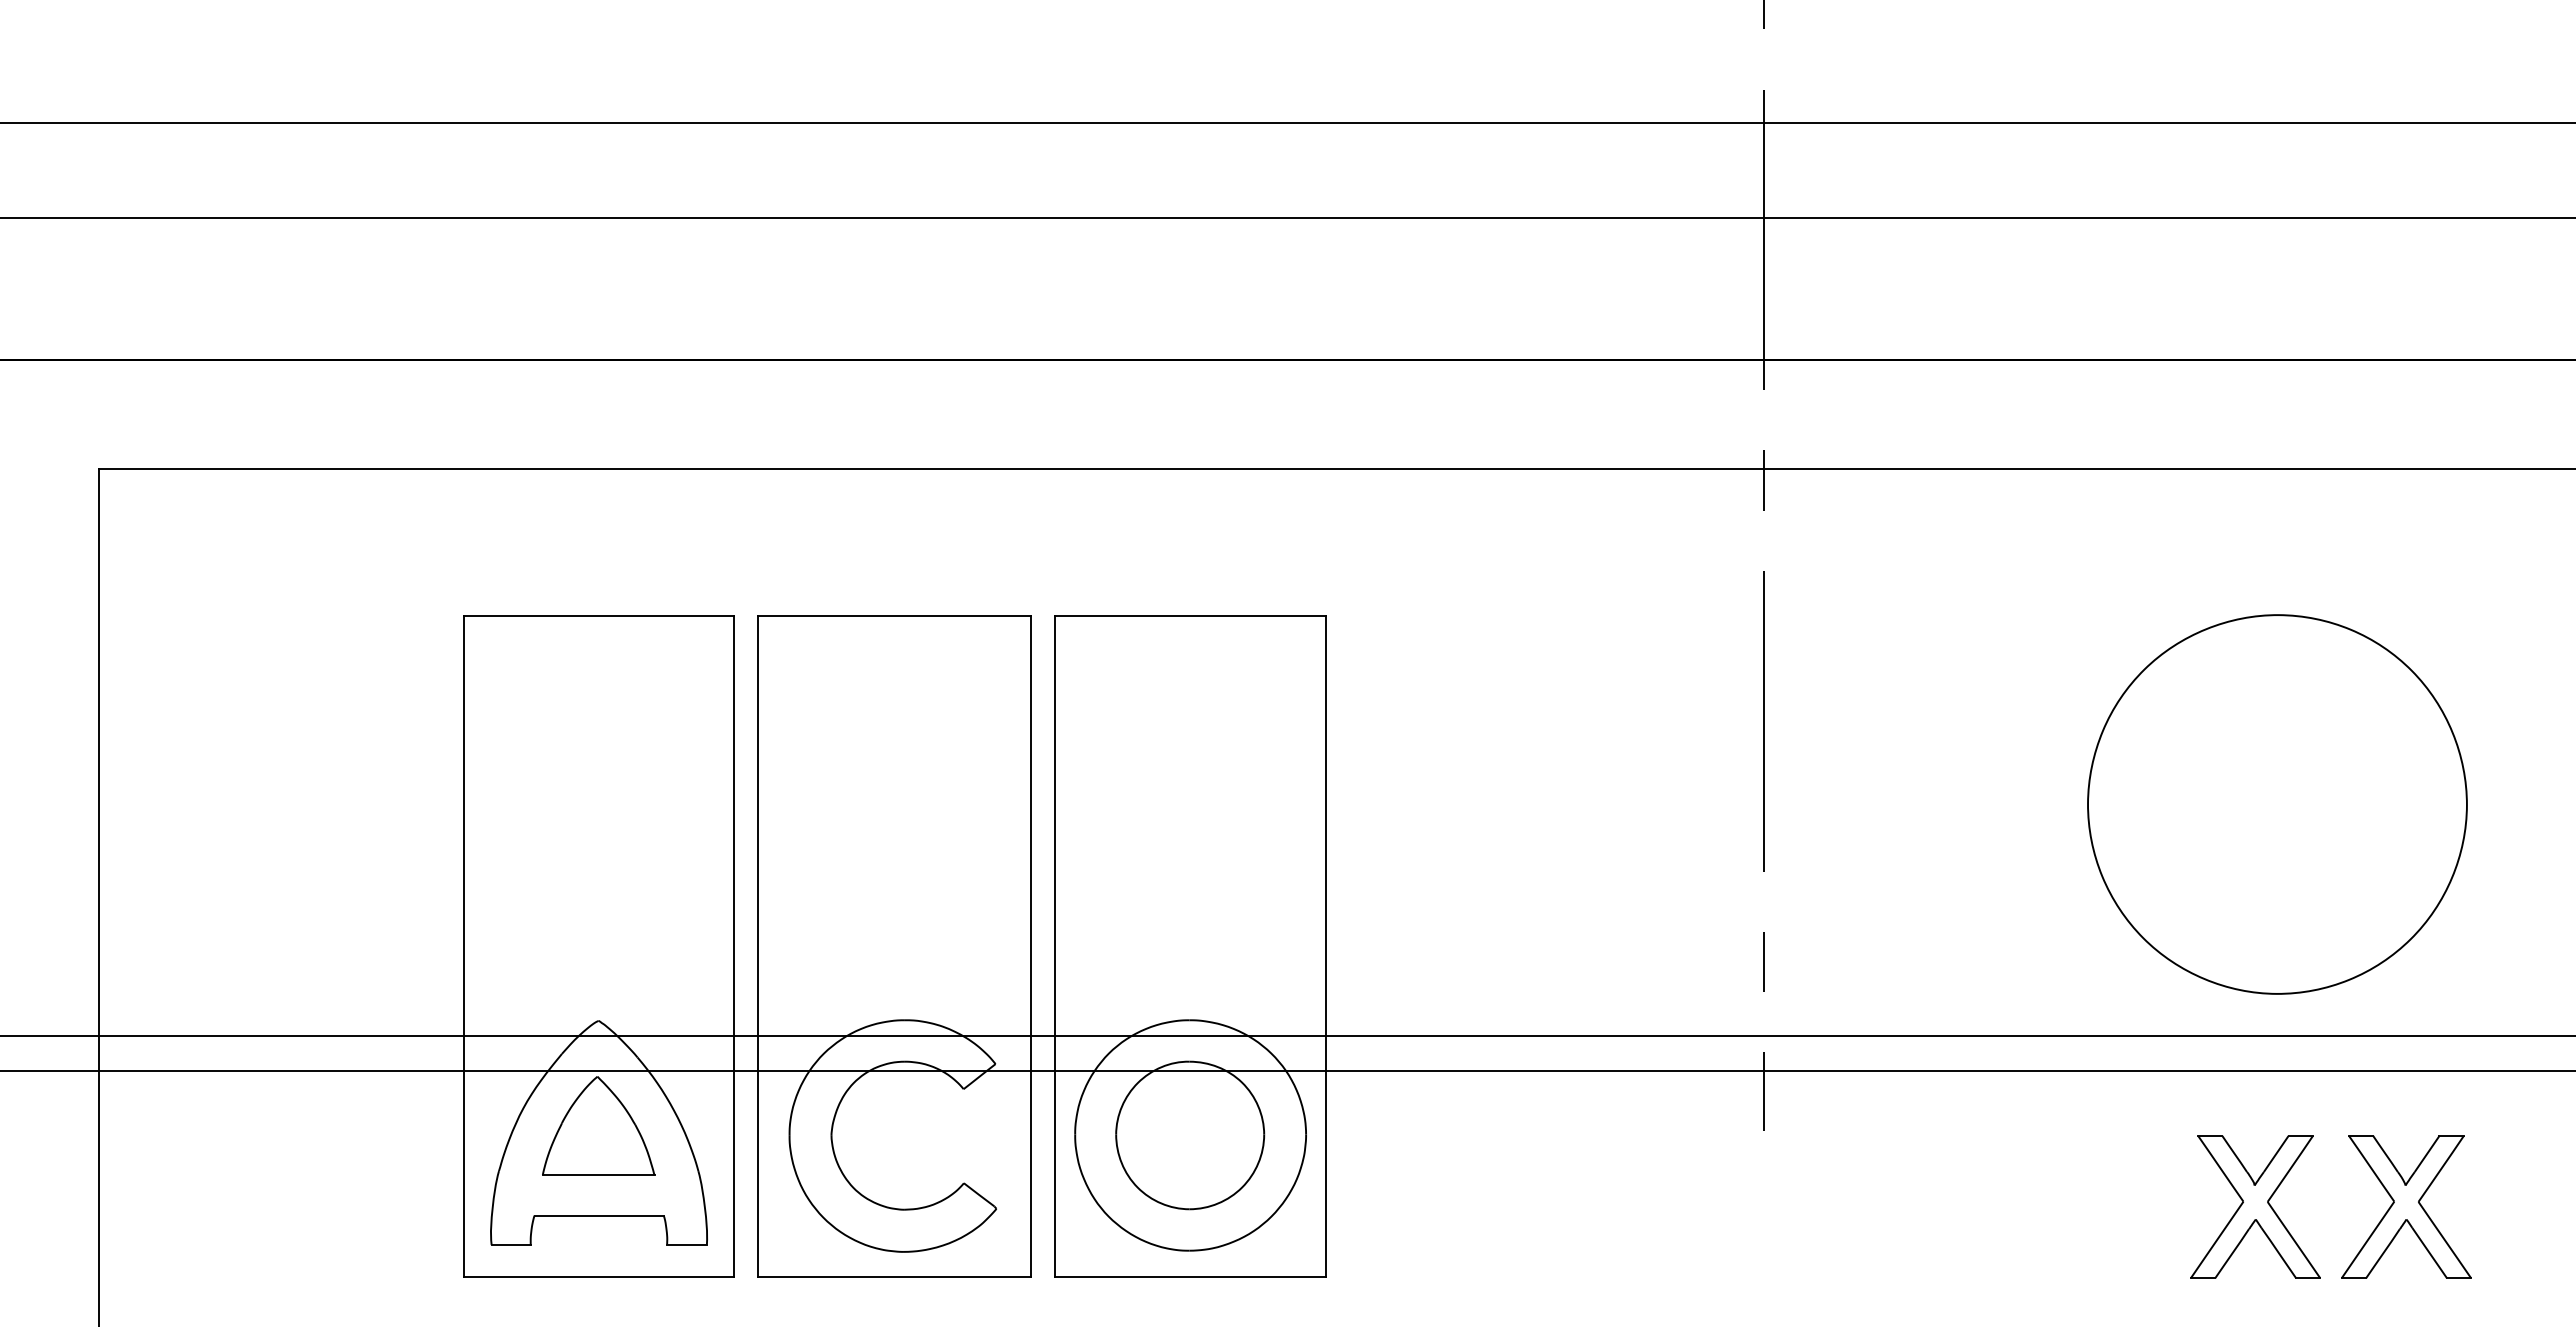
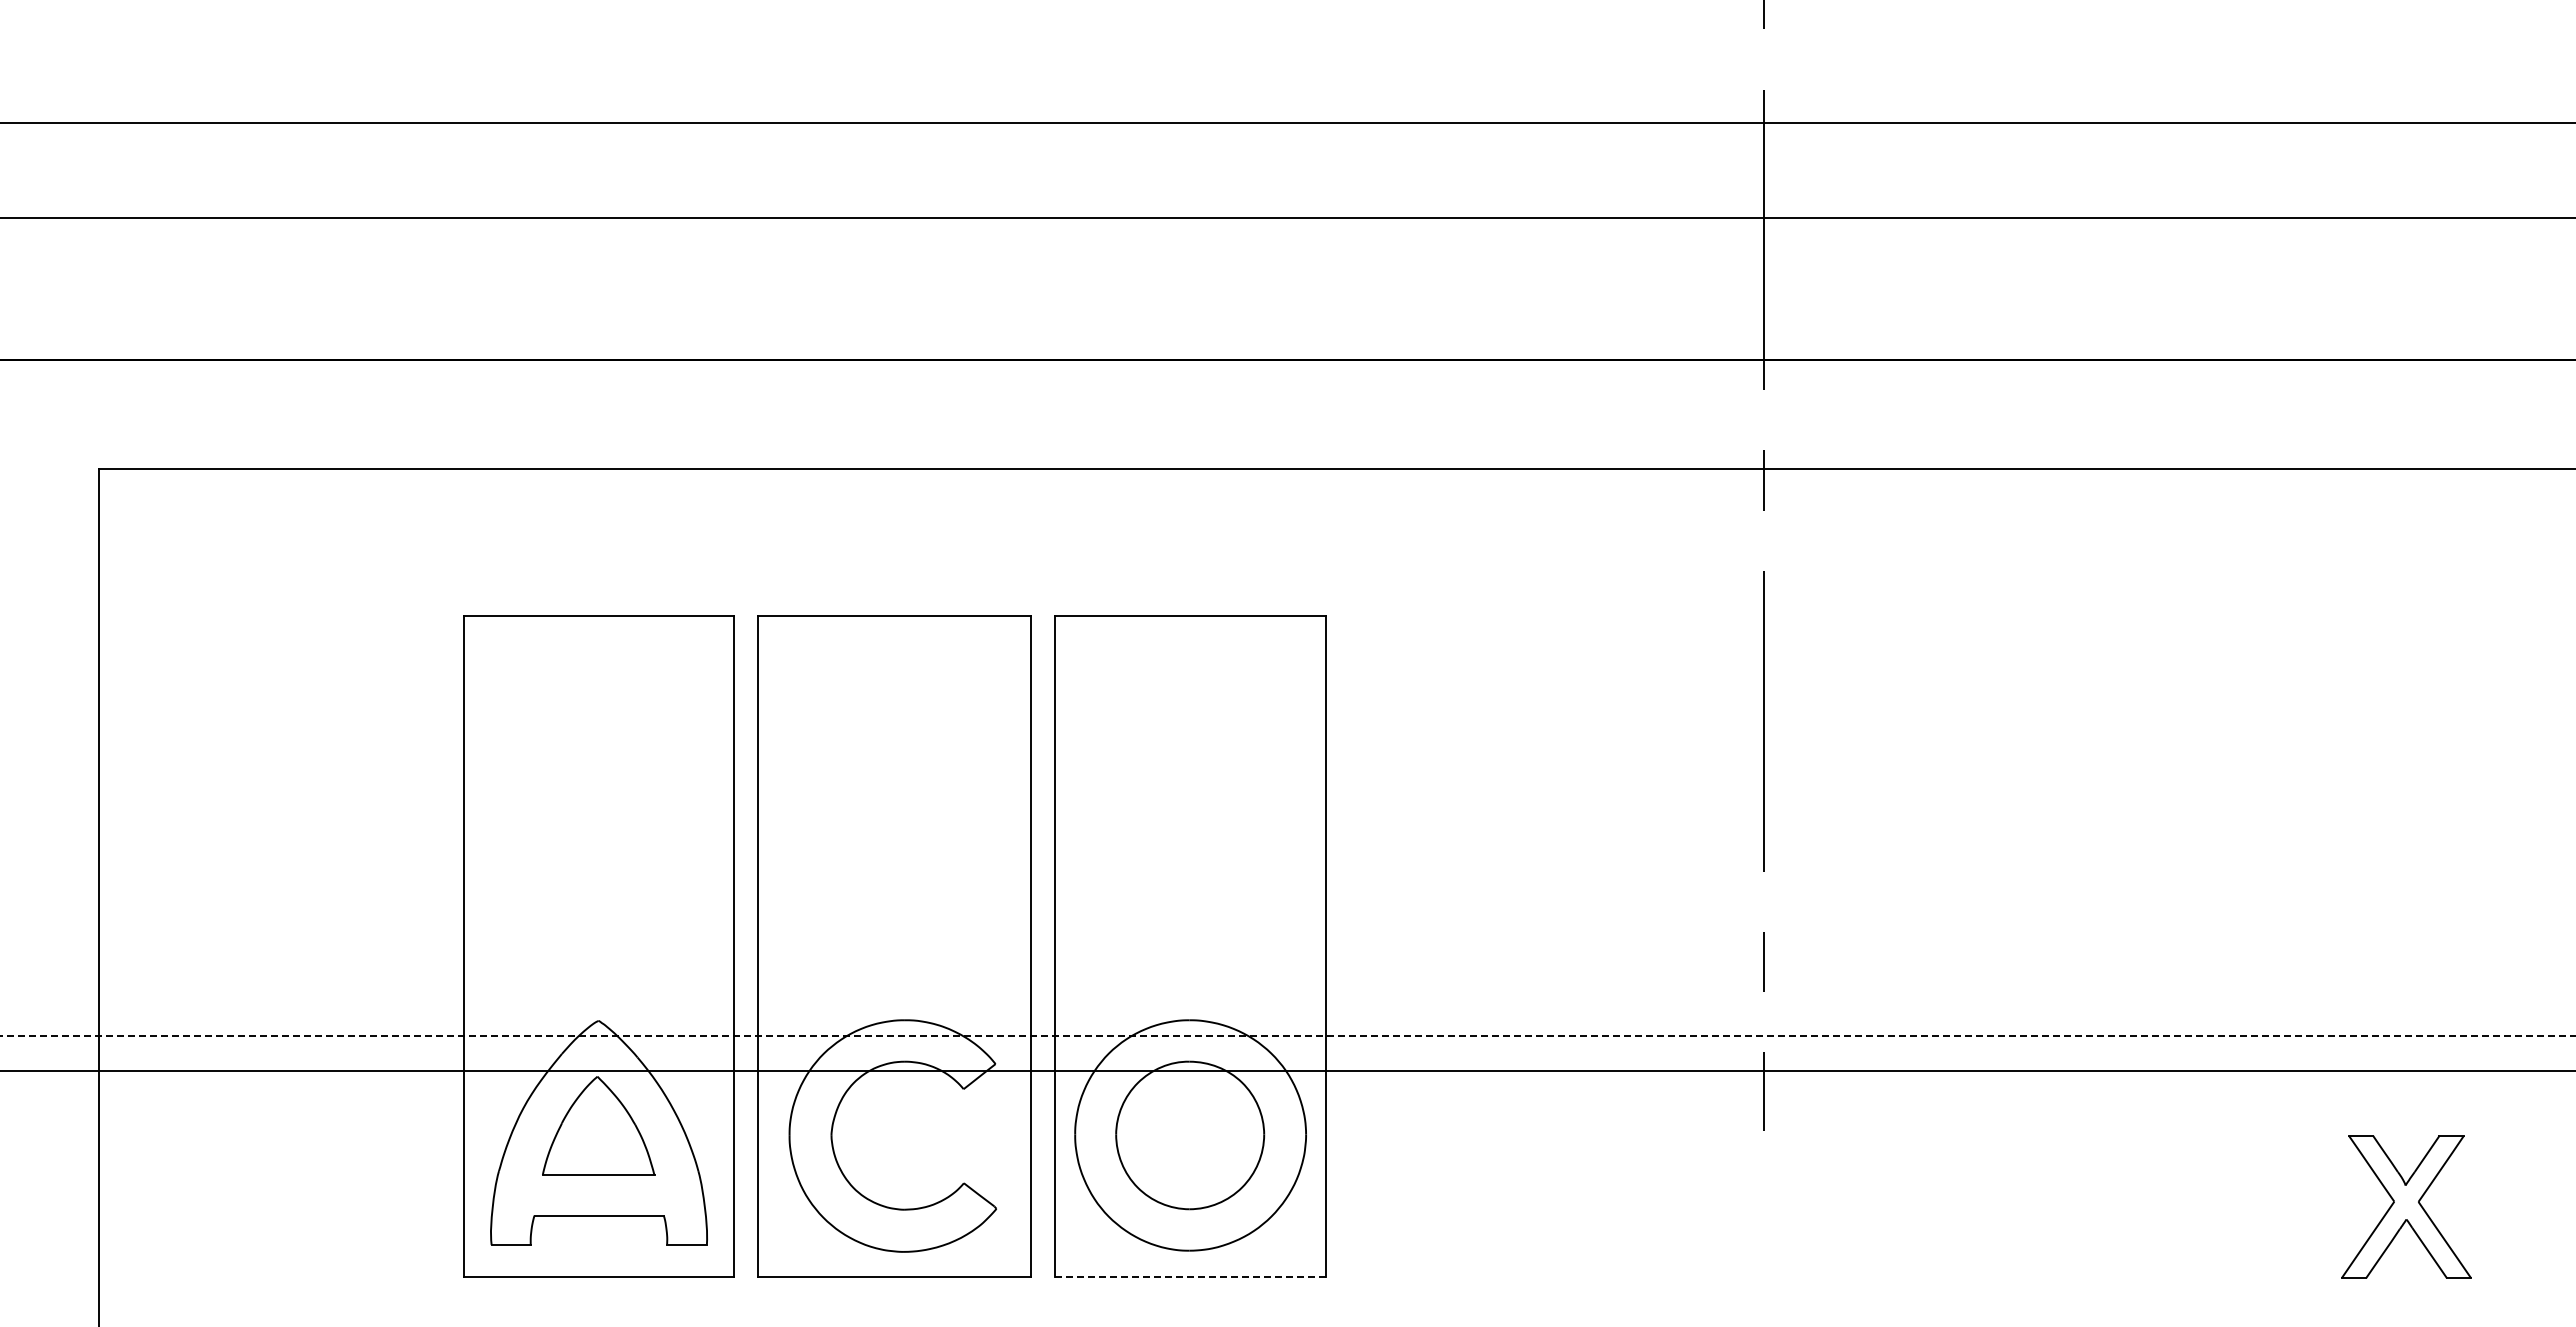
part at (2277, 804): present -> none
line at (1288, 1036): solid -> dashed
part at (2255, 1206): present -> none
line at (1190, 1276): solid -> dashed
